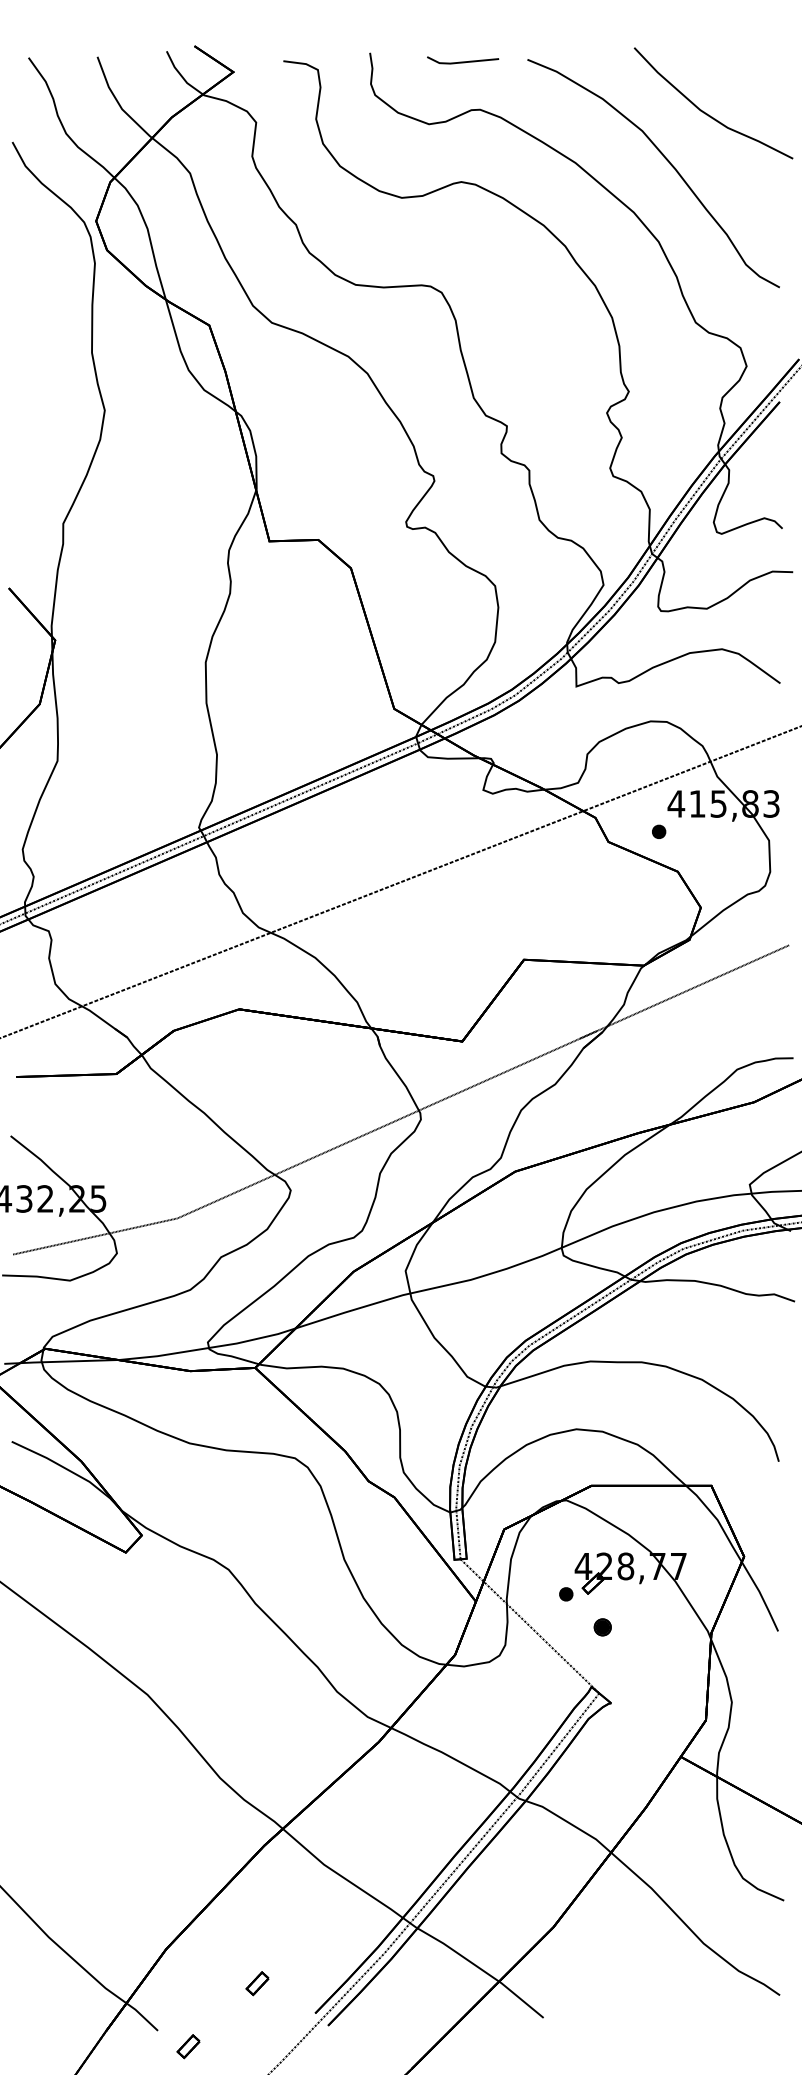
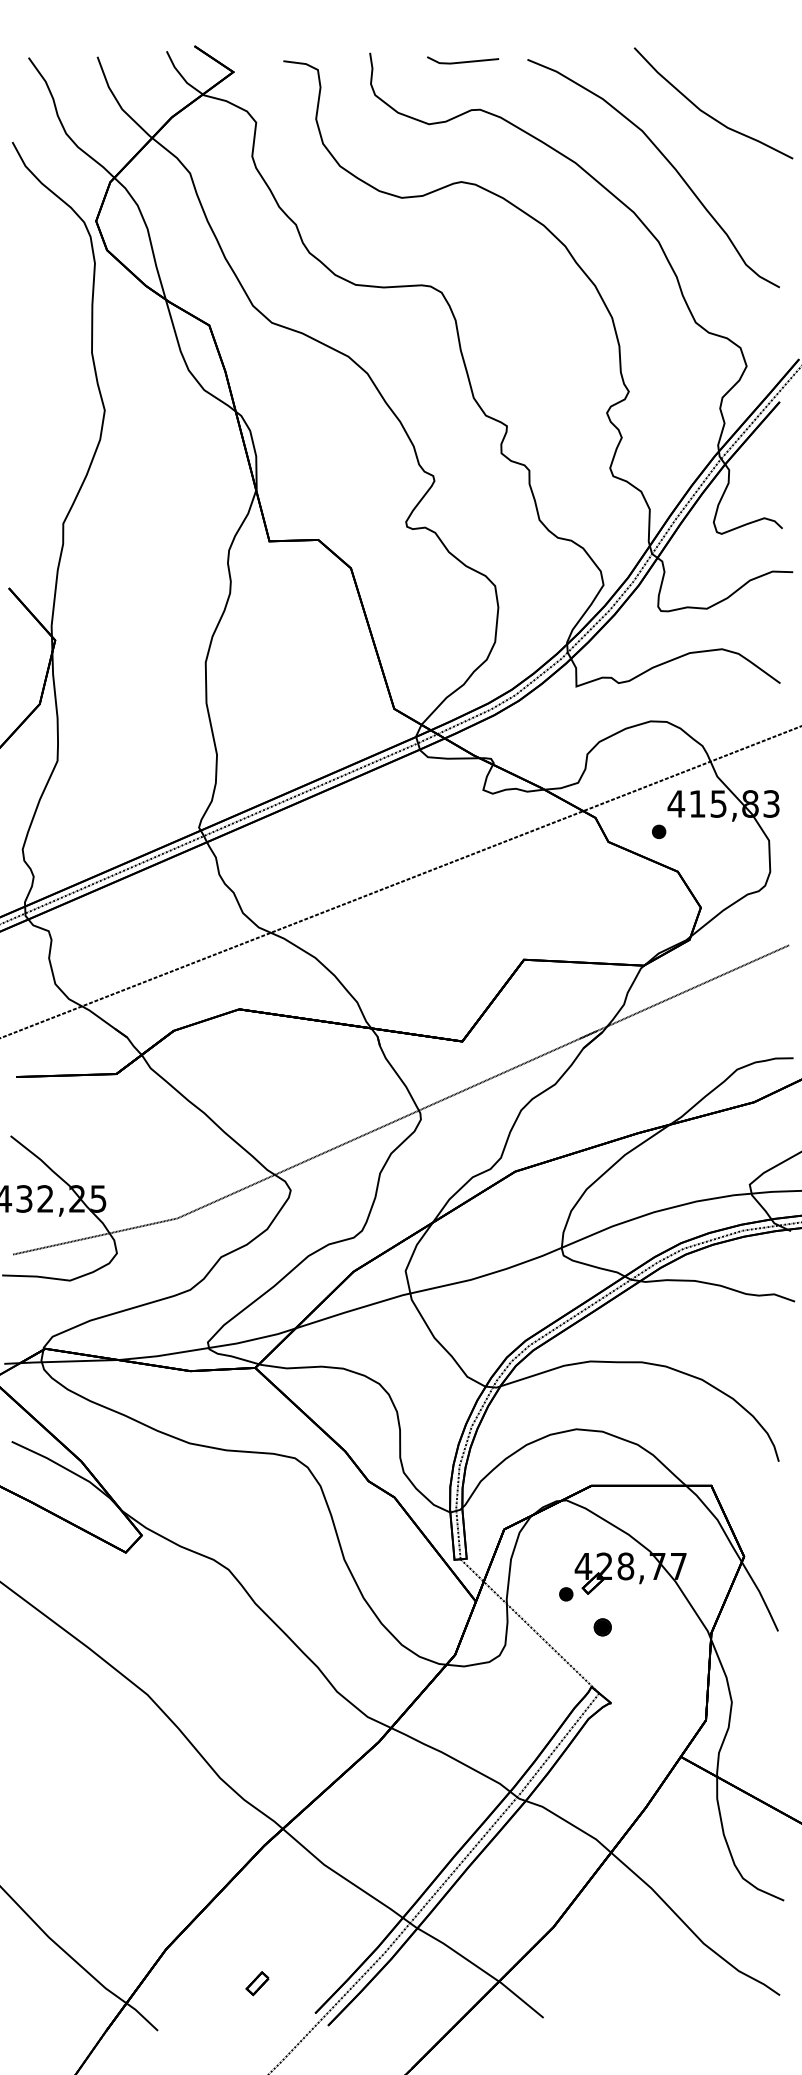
part at (188, 2046): present -> none
